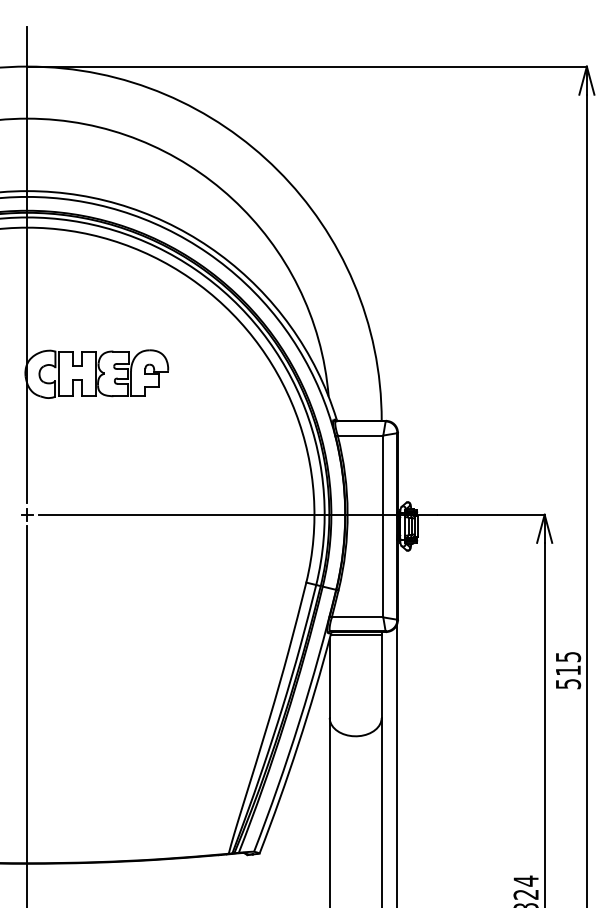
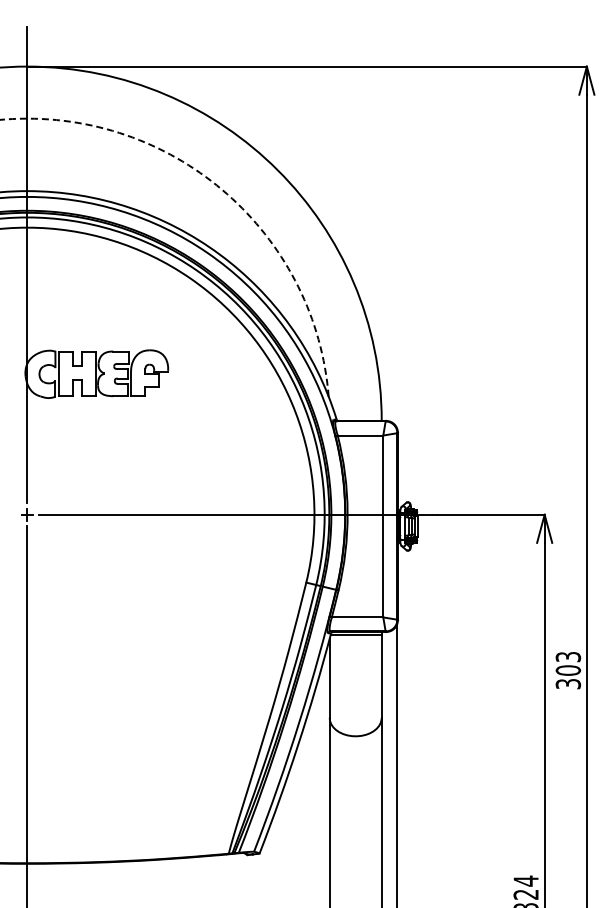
arc at (222, 189): solid -> dashed
text at (568, 670): 515 -> 303
